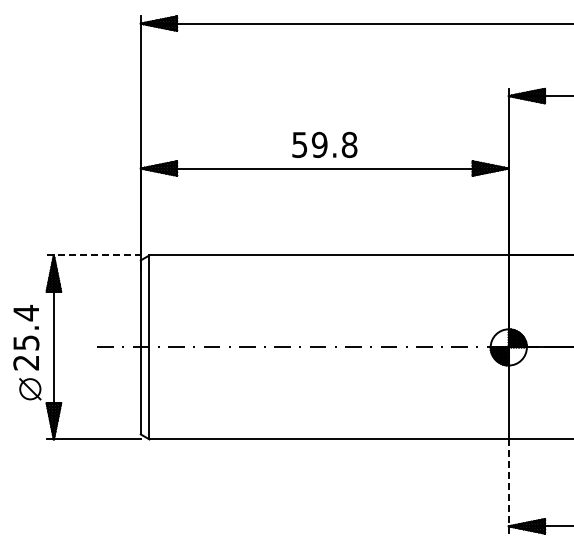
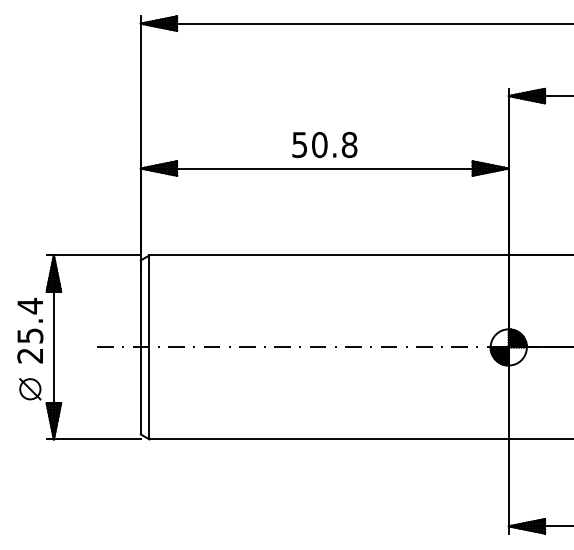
text at (319, 145): 59.8 -> 50.8
line at (94, 255): dashed -> solid
text at (26, 337) position: (26, 337) -> (30, 330)
line at (508, 487): dashed -> solid
